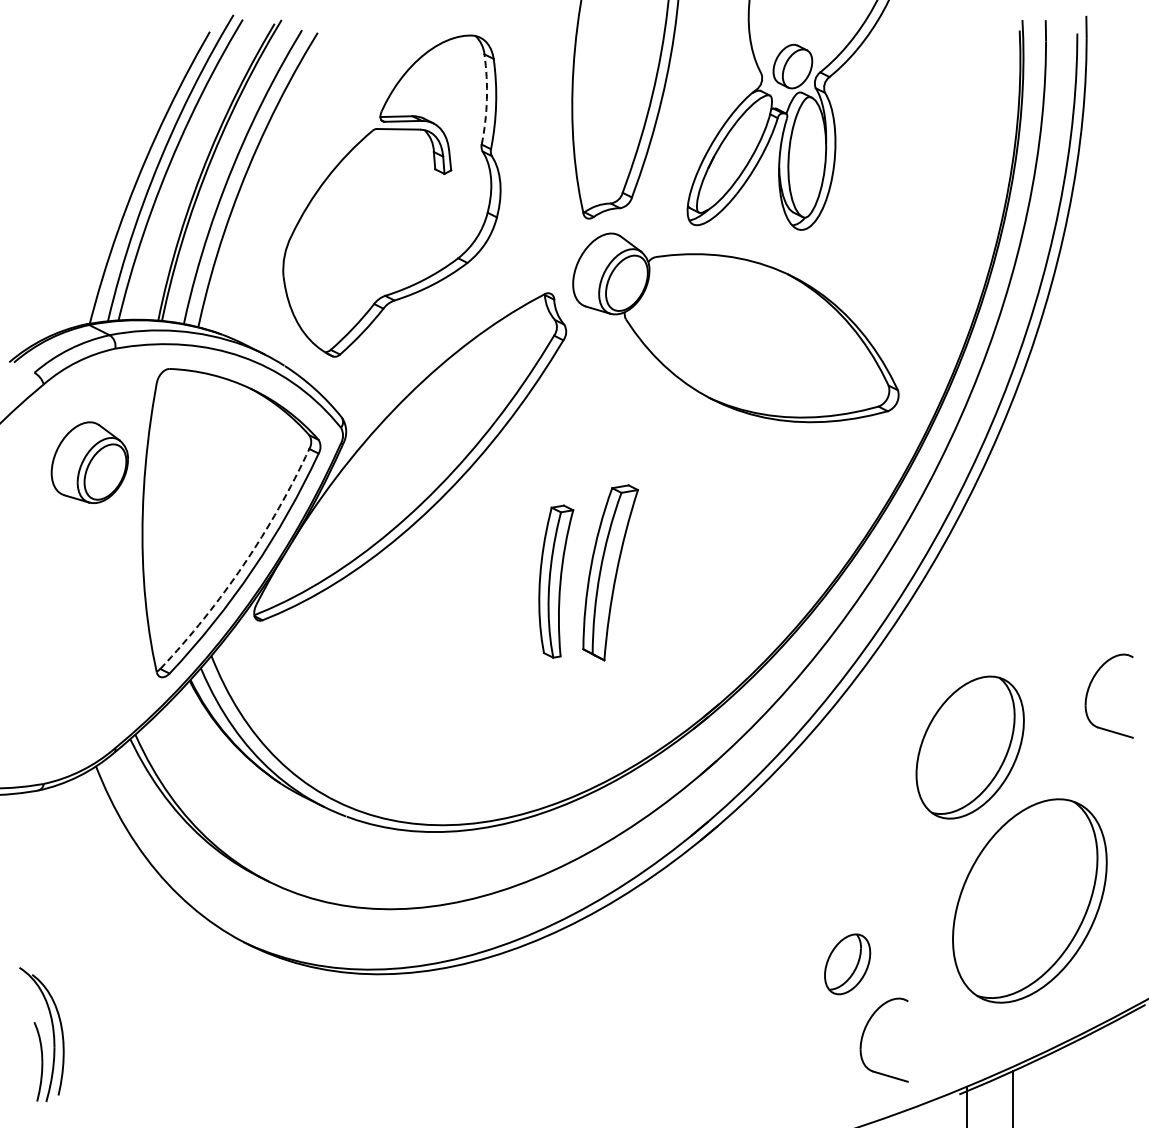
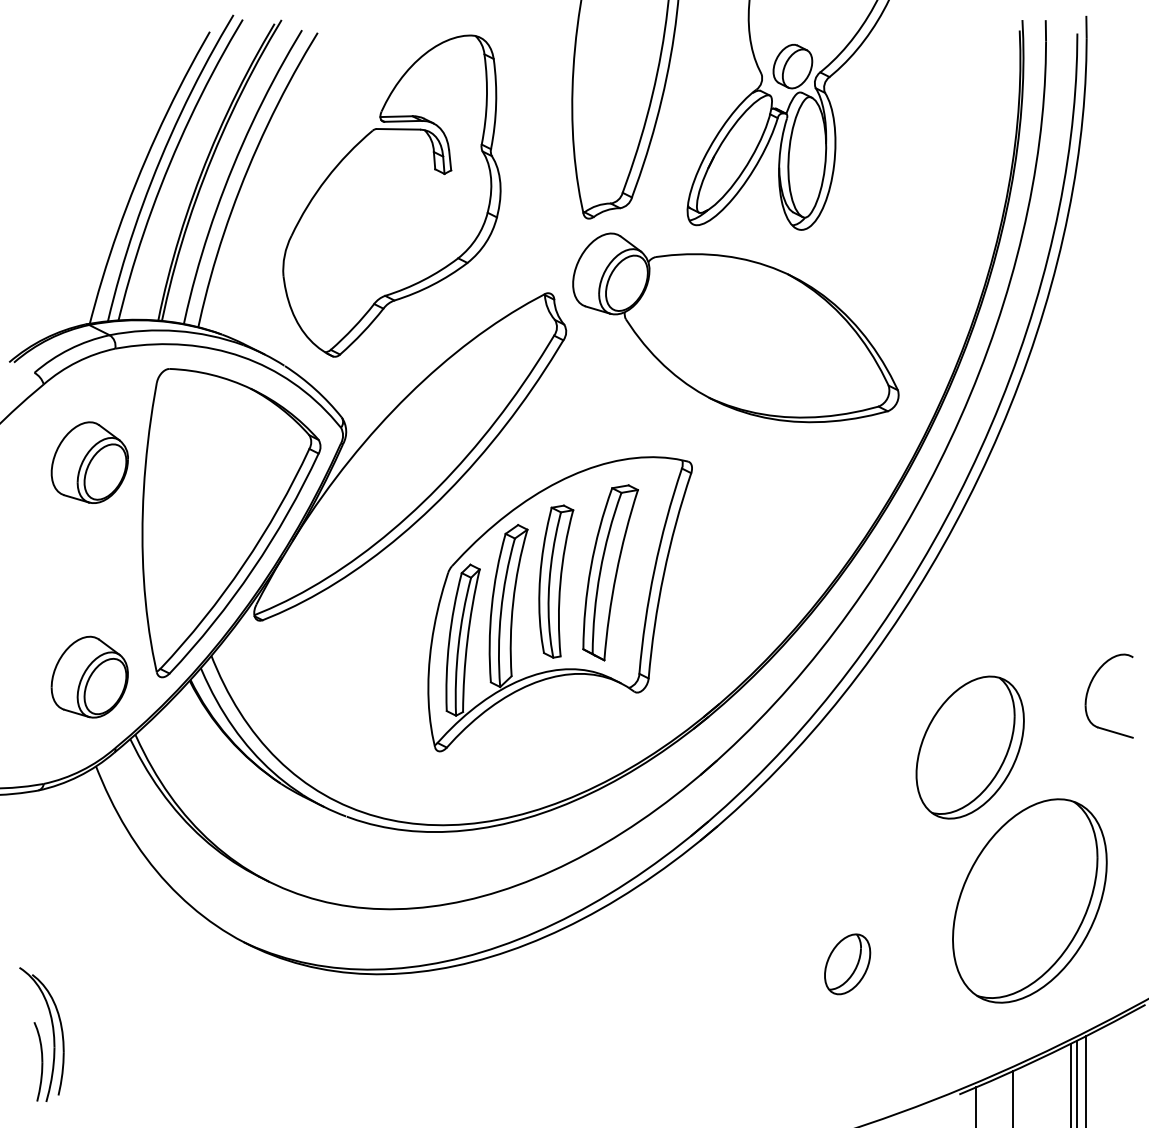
arc at (486, 99): dashed -> solid
arc at (243, 564): dashed -> solid
part at (559, 604): none -> present
part at (89, 676): none -> present
part at (864, 1033): present -> none
line at (1085, 1080): none -> present
line at (1076, 1082): none -> present
line at (1070, 1083): none -> present
line at (967, 1105) position: (967, 1105) -> (976, 1105)
